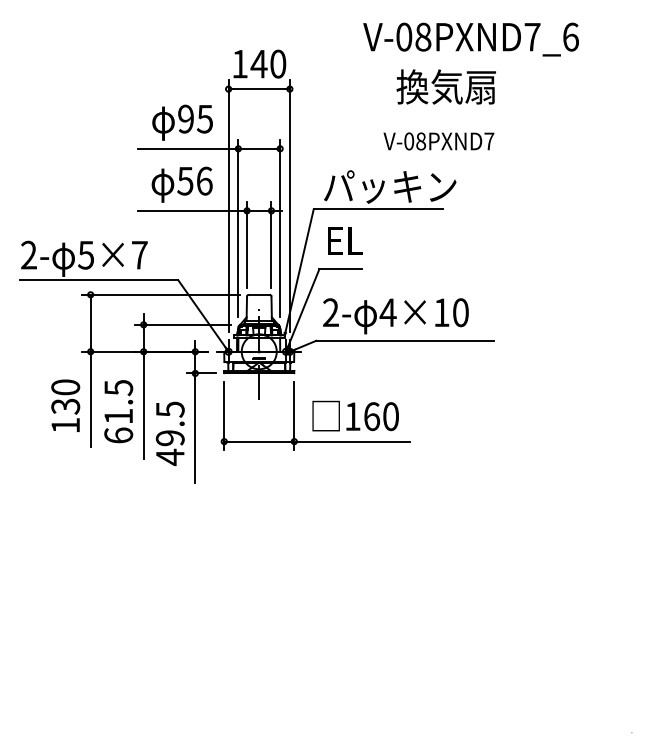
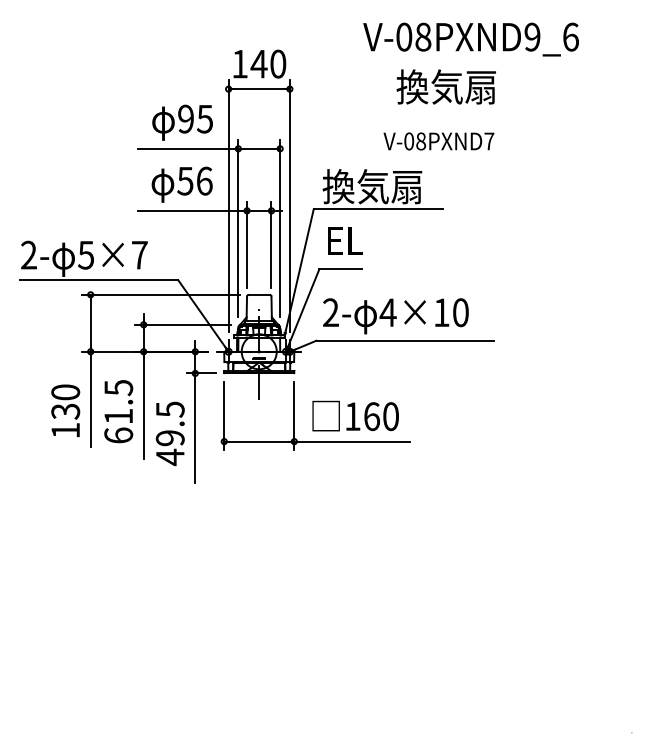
text at (532, 36): V-08PXND7_6 -> V-08PXND9_6
text at (389, 186): パッキン -> 換気扇
text at (65, 405) position: (65, 405) -> (65, 410)
